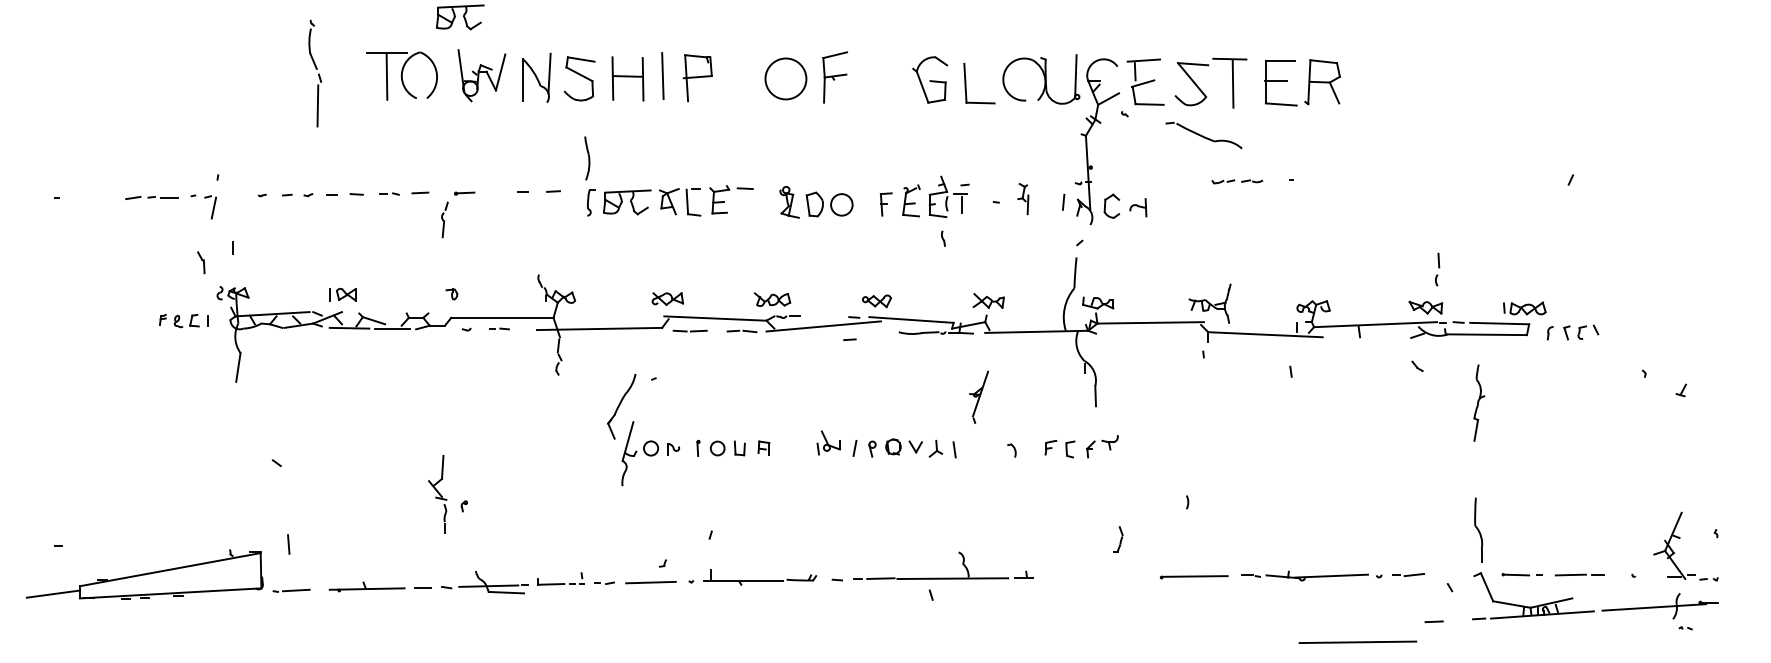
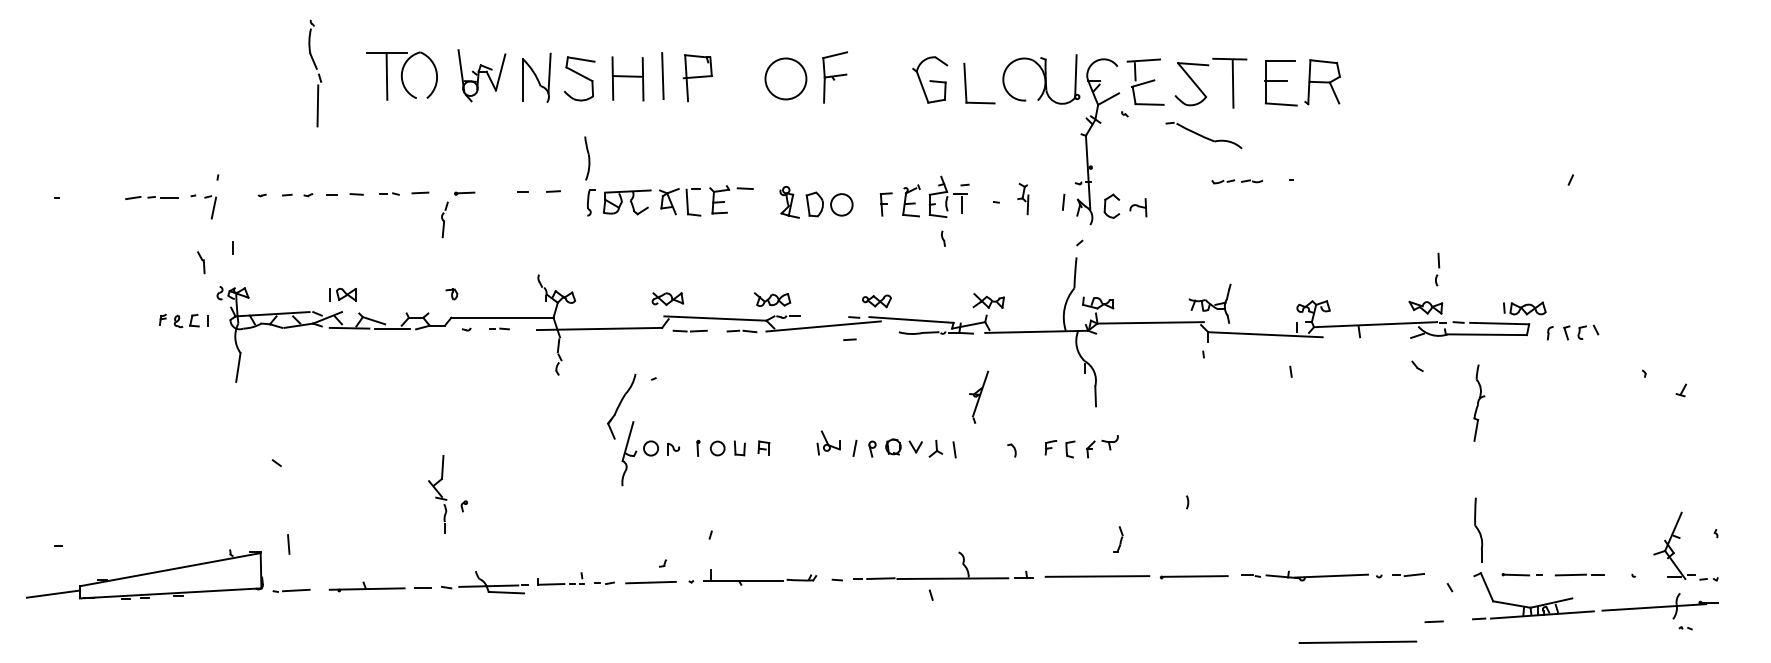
part at (460, 17): present -> none
line at (1097, 576): none -> present
